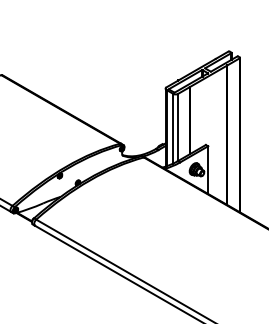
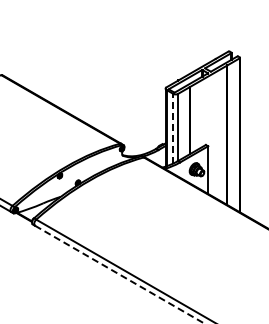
line at (173, 128): solid -> dashed
line at (119, 274): solid -> dashed
